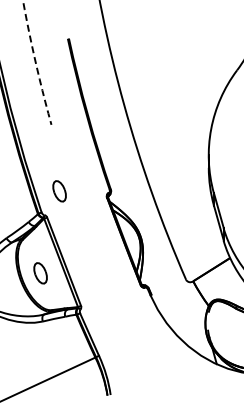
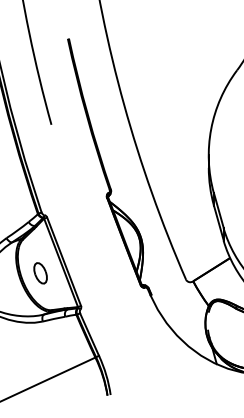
arc at (35, 62): dashed -> solid
part at (59, 191): present -> none
